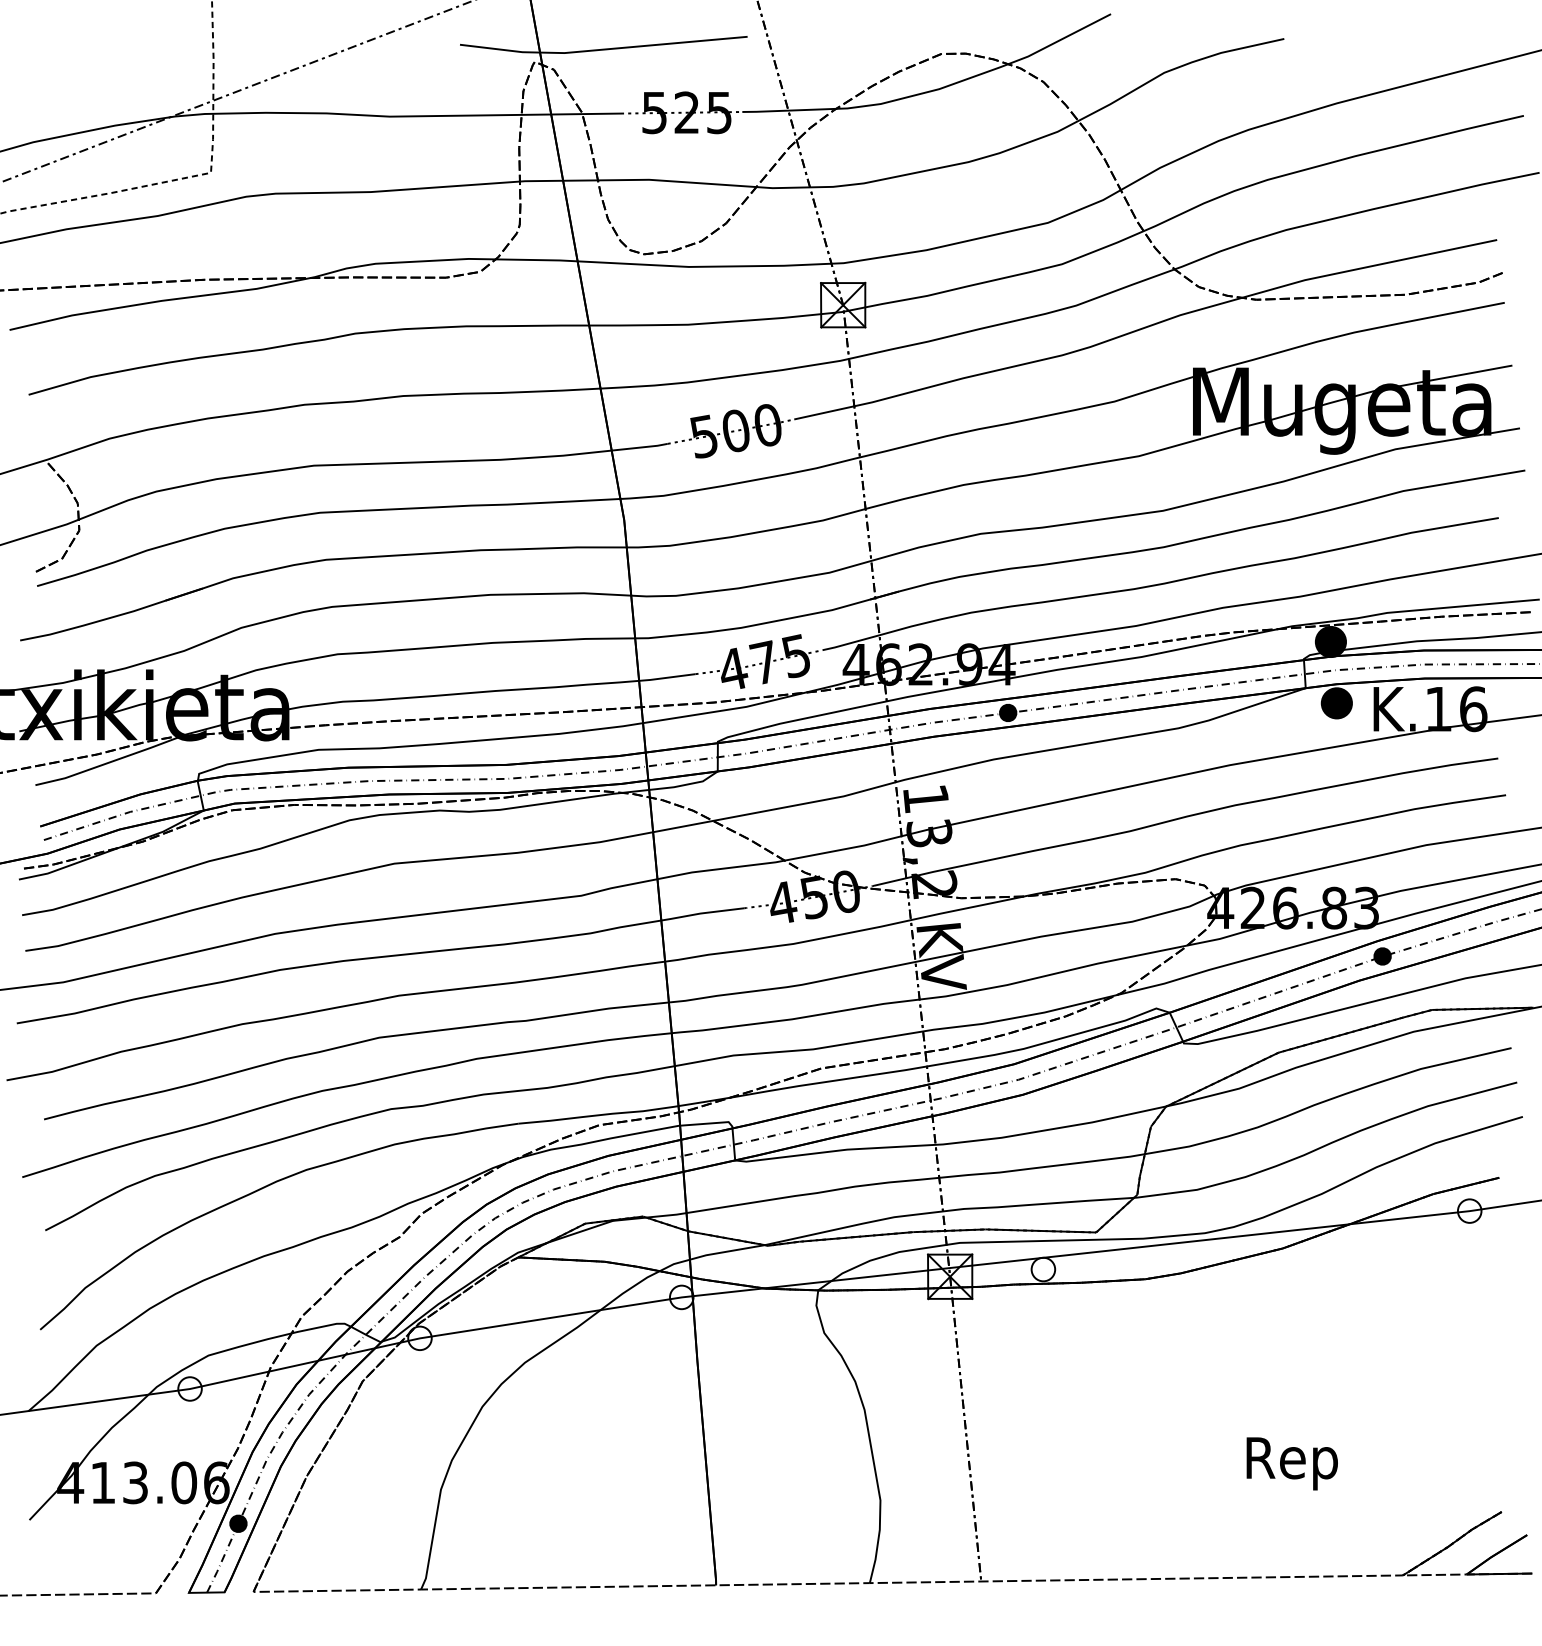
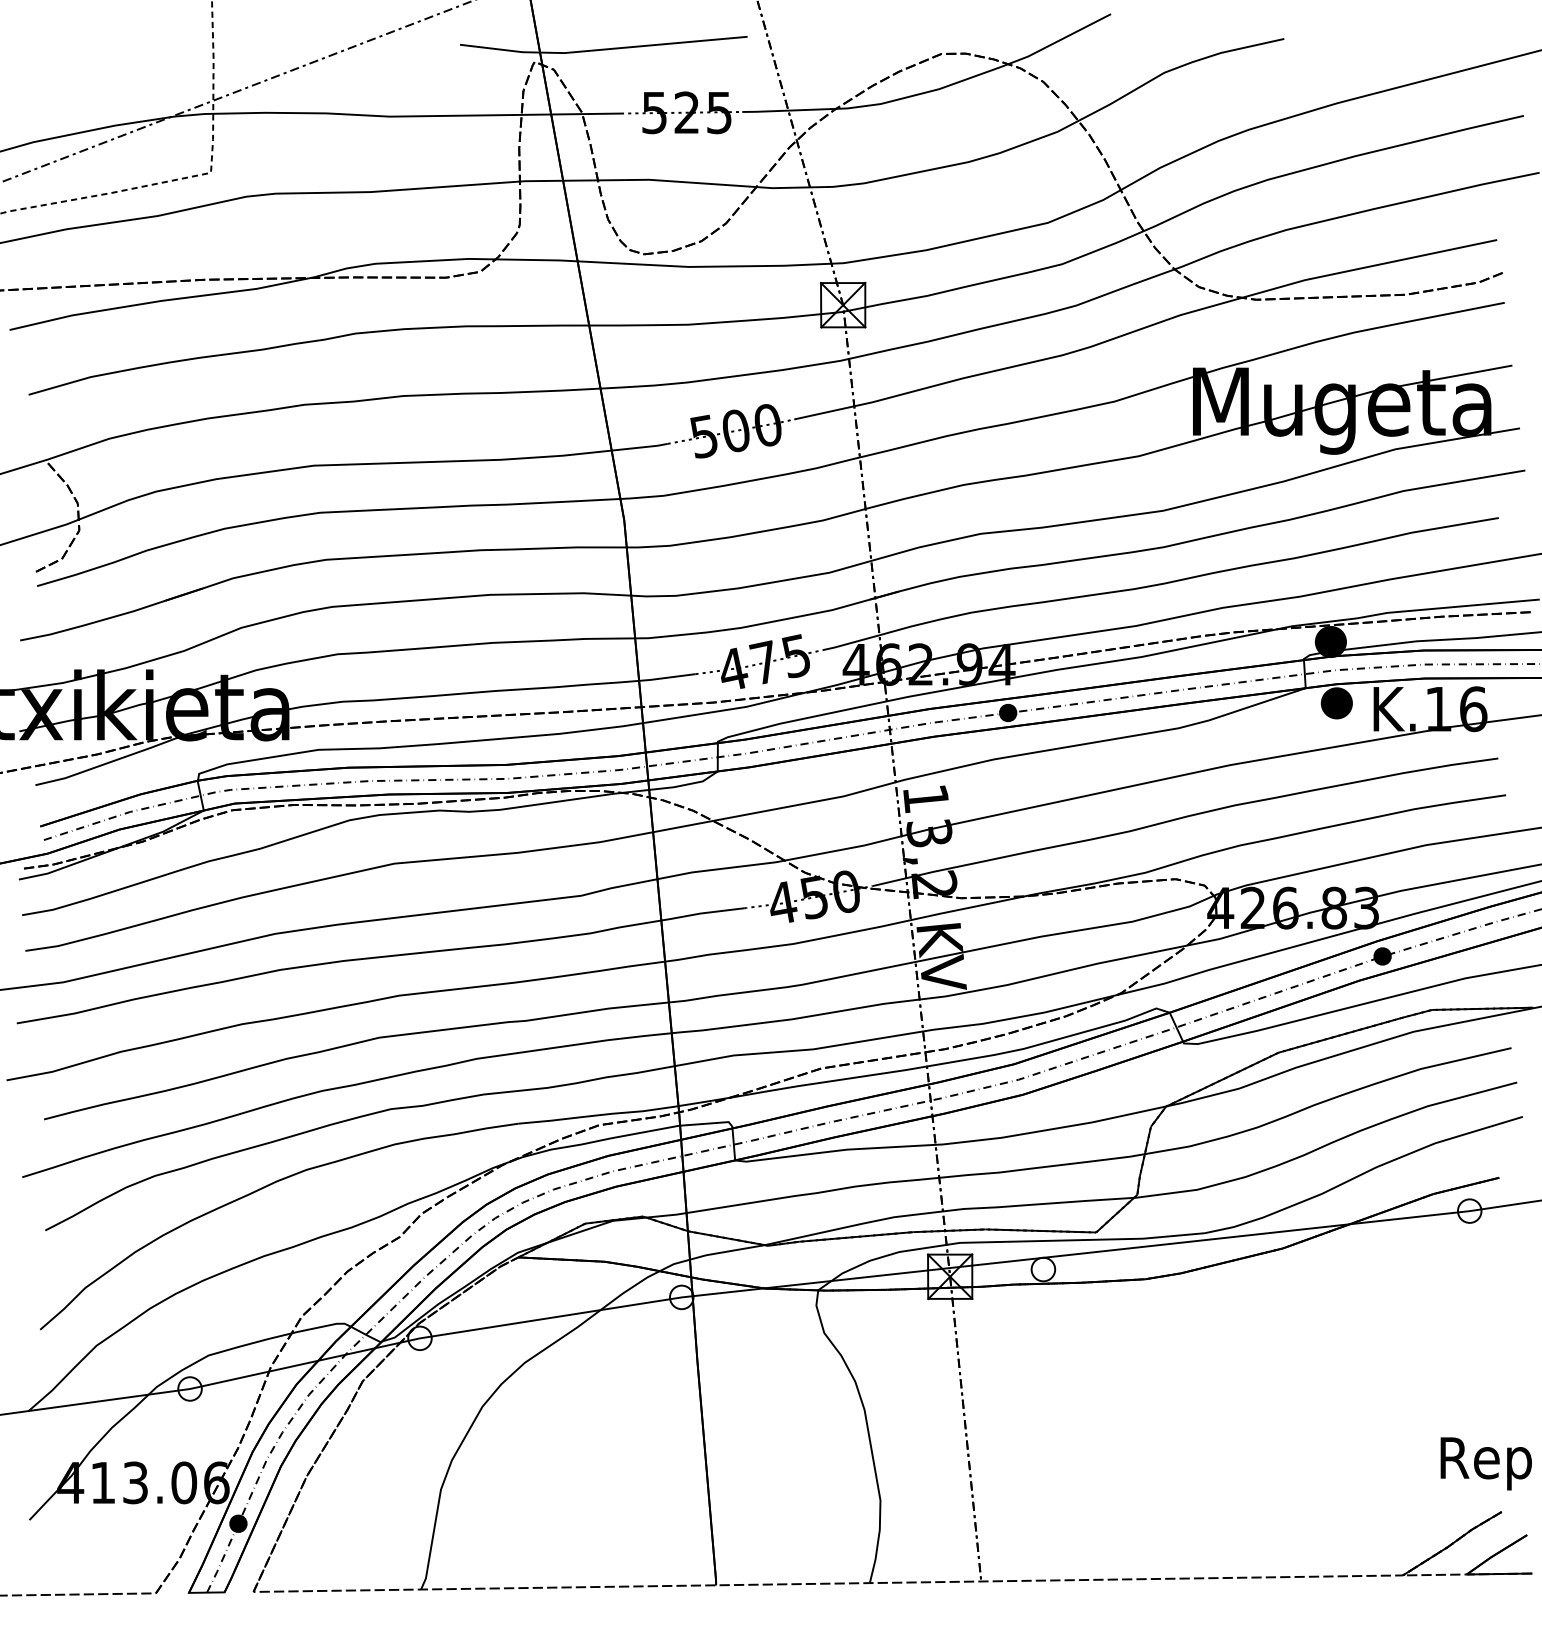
text at (1291, 1463) position: (1291, 1463) -> (1485, 1463)
